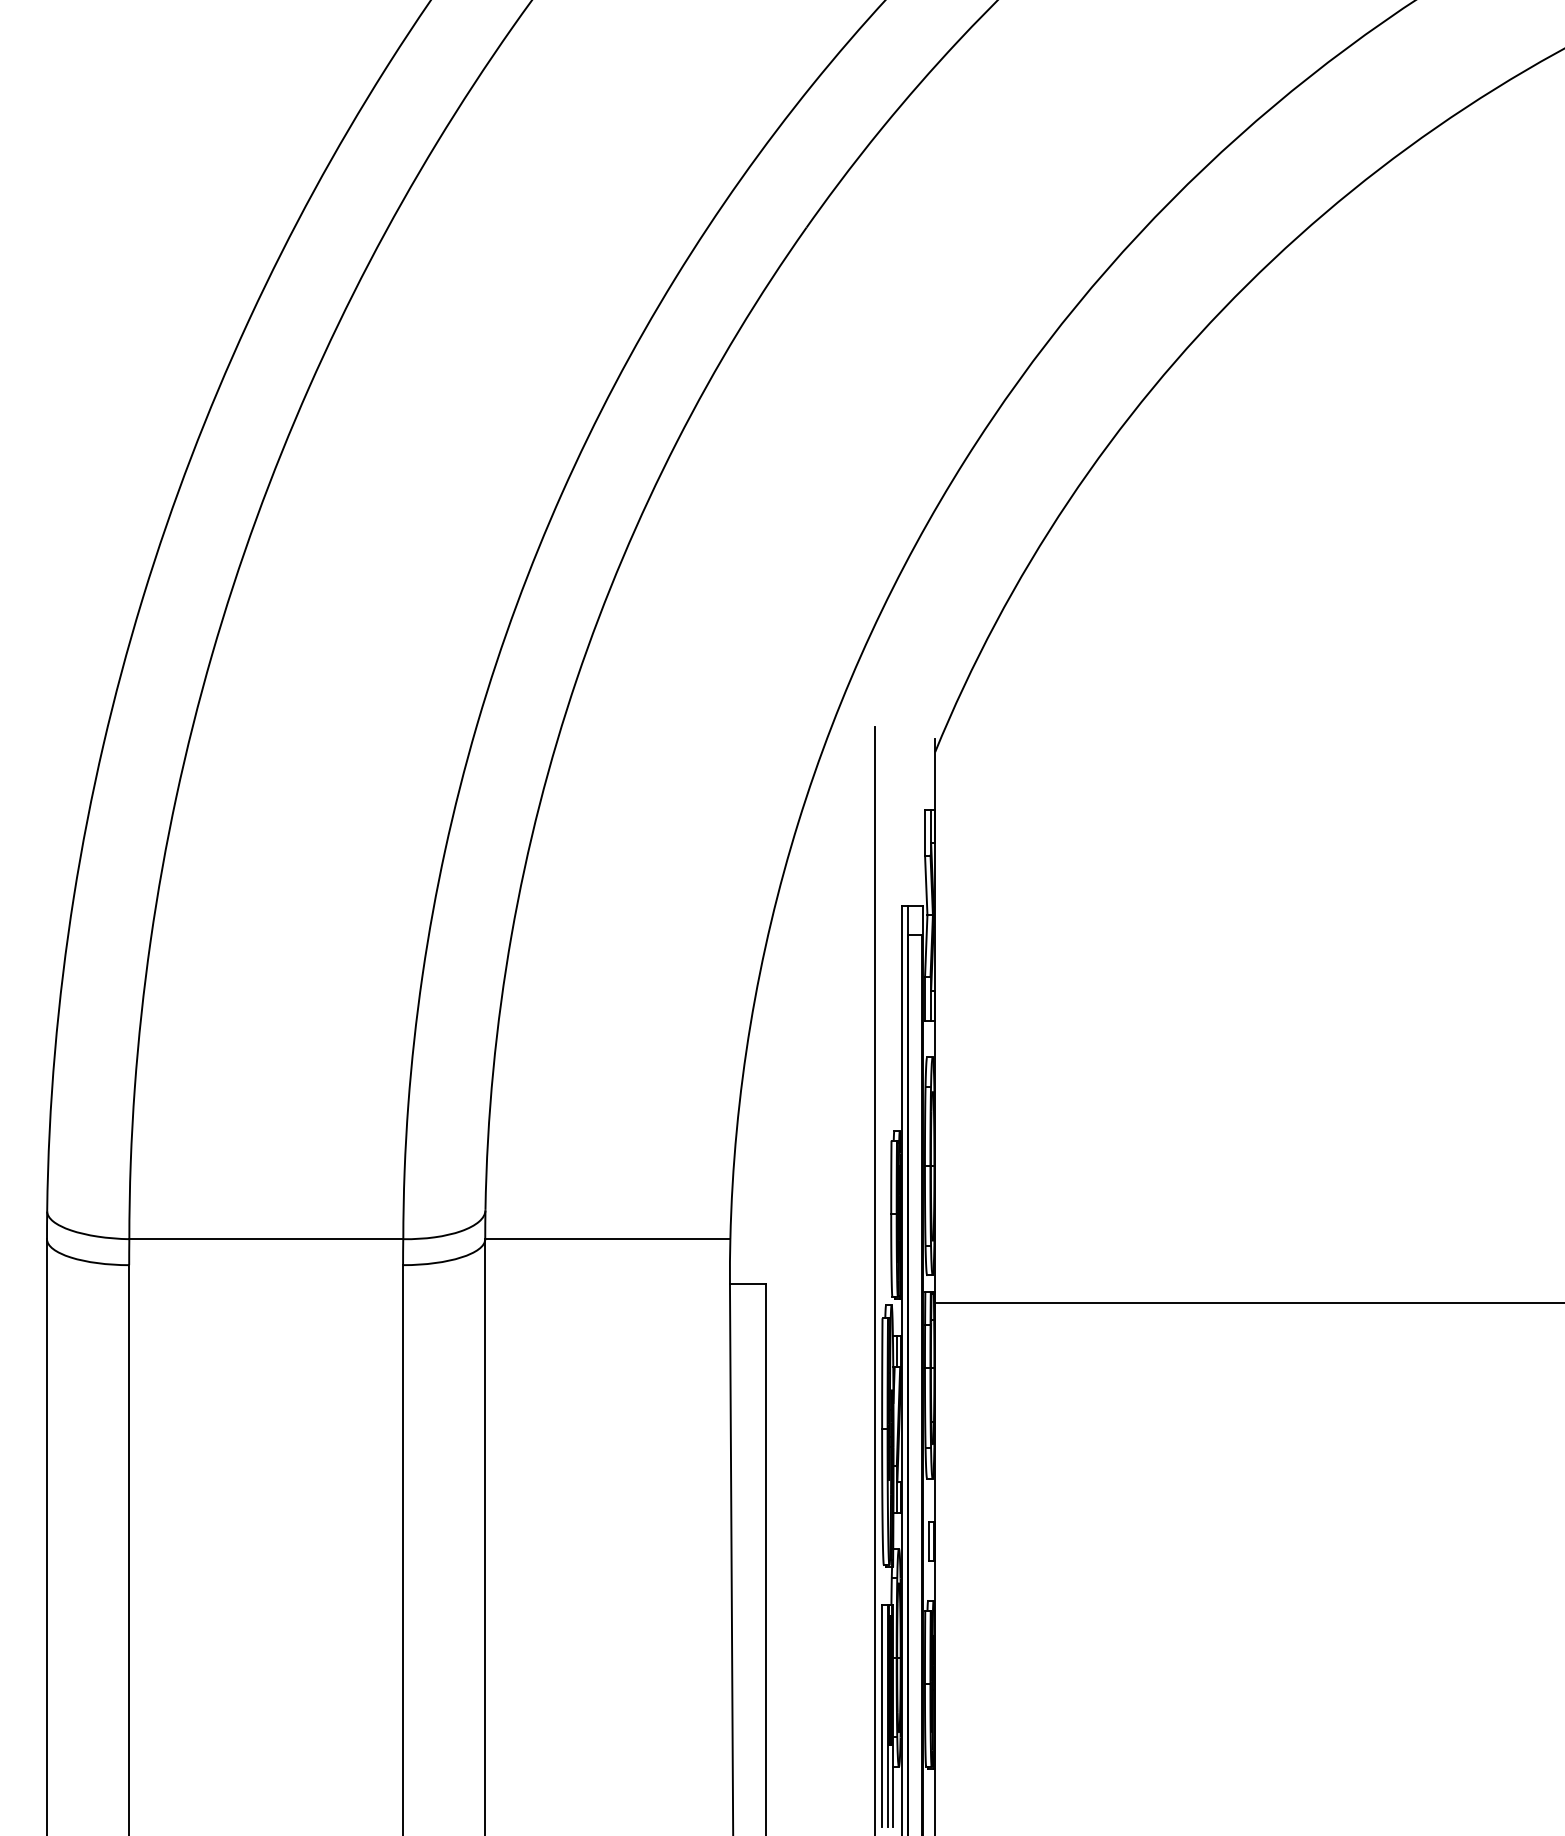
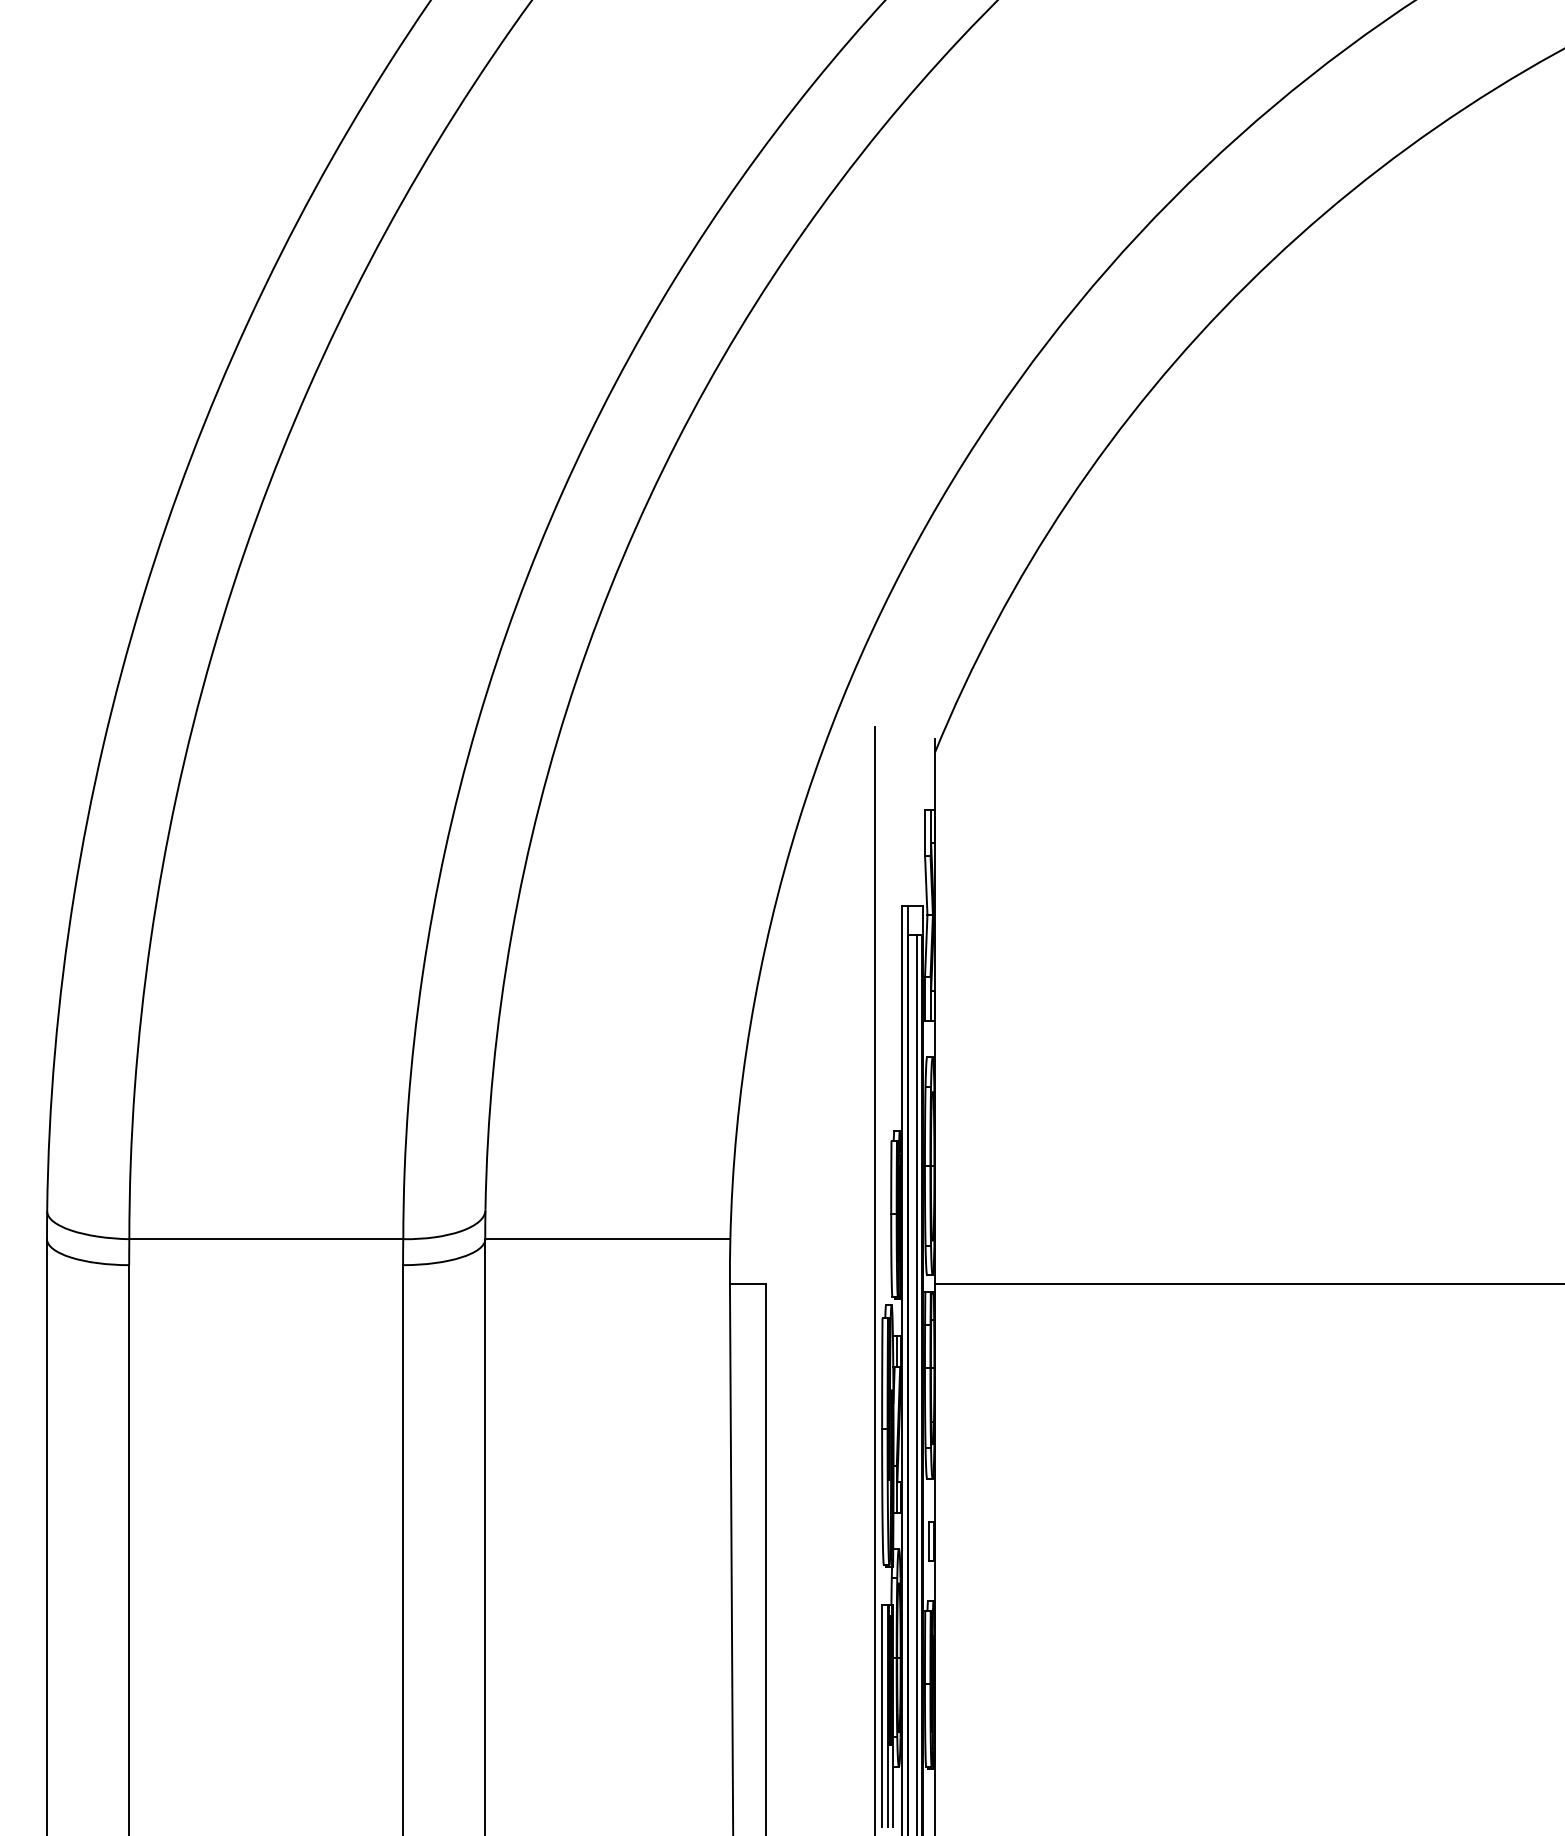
line at (1248, 1303) position: (1248, 1303) -> (1248, 1284)
line at (916, 1383): none -> present
